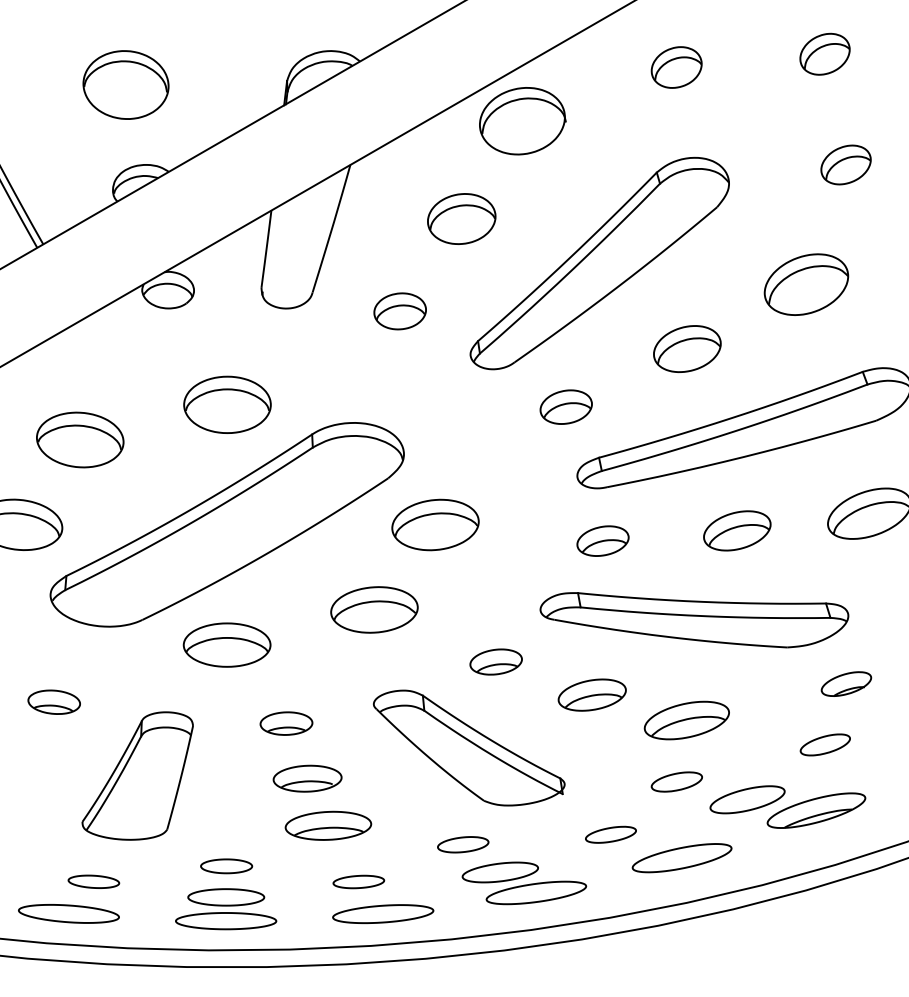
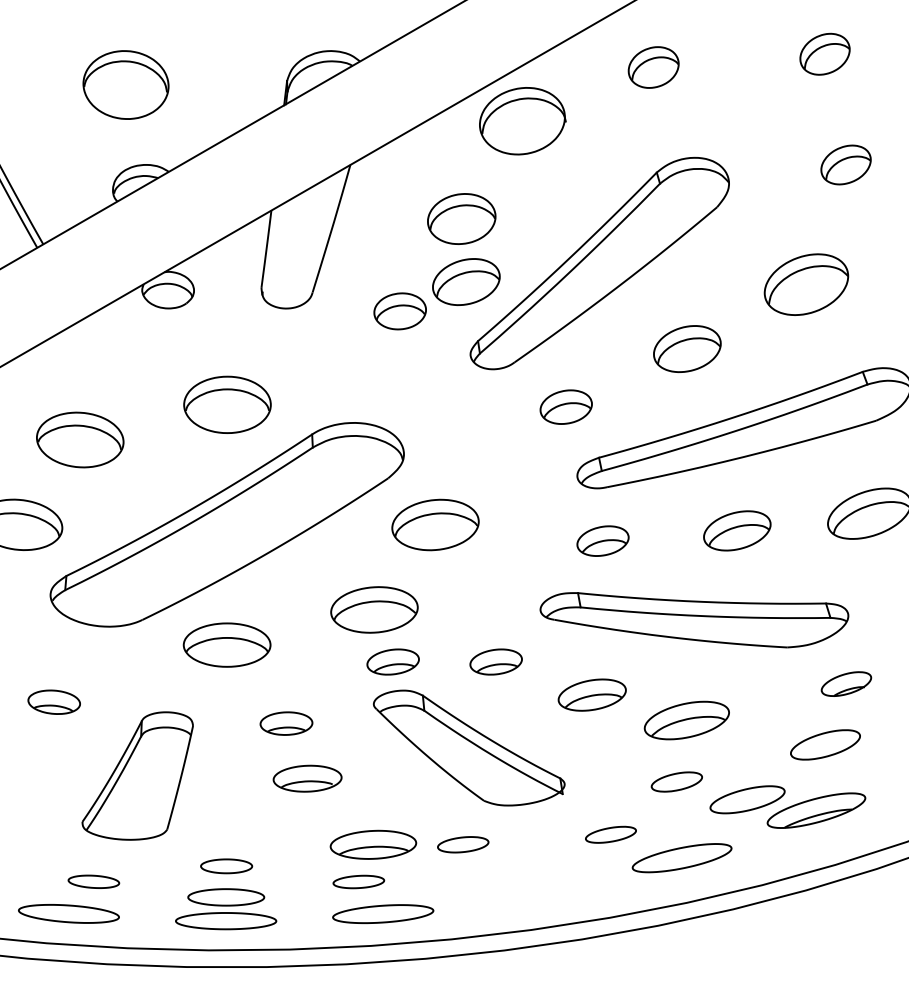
part at (676, 67) position: (676, 67) -> (653, 67)
part at (466, 281): none -> present
part at (392, 661): none -> present
part at (824, 744) size: 52x24 px -> 71x32 px
part at (328, 825) position: (328, 825) -> (373, 844)
part at (524, 883): present -> none
